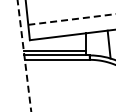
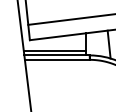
line at (71, 19): dashed -> solid
line at (24, 55): dashed -> solid
